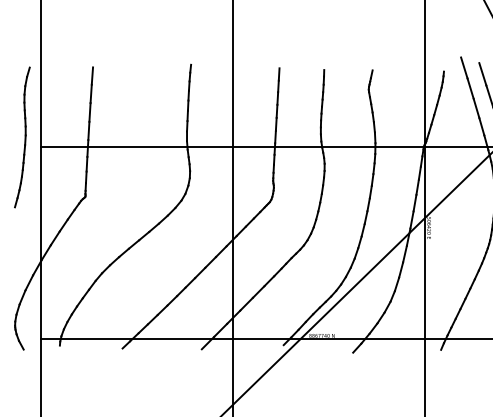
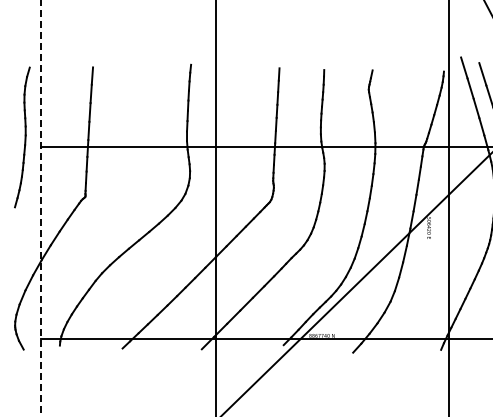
line at (232, 207) position: (232, 207) -> (215, 207)
line at (424, 207) position: (424, 207) -> (448, 207)
line at (40, 208): solid -> dashed
